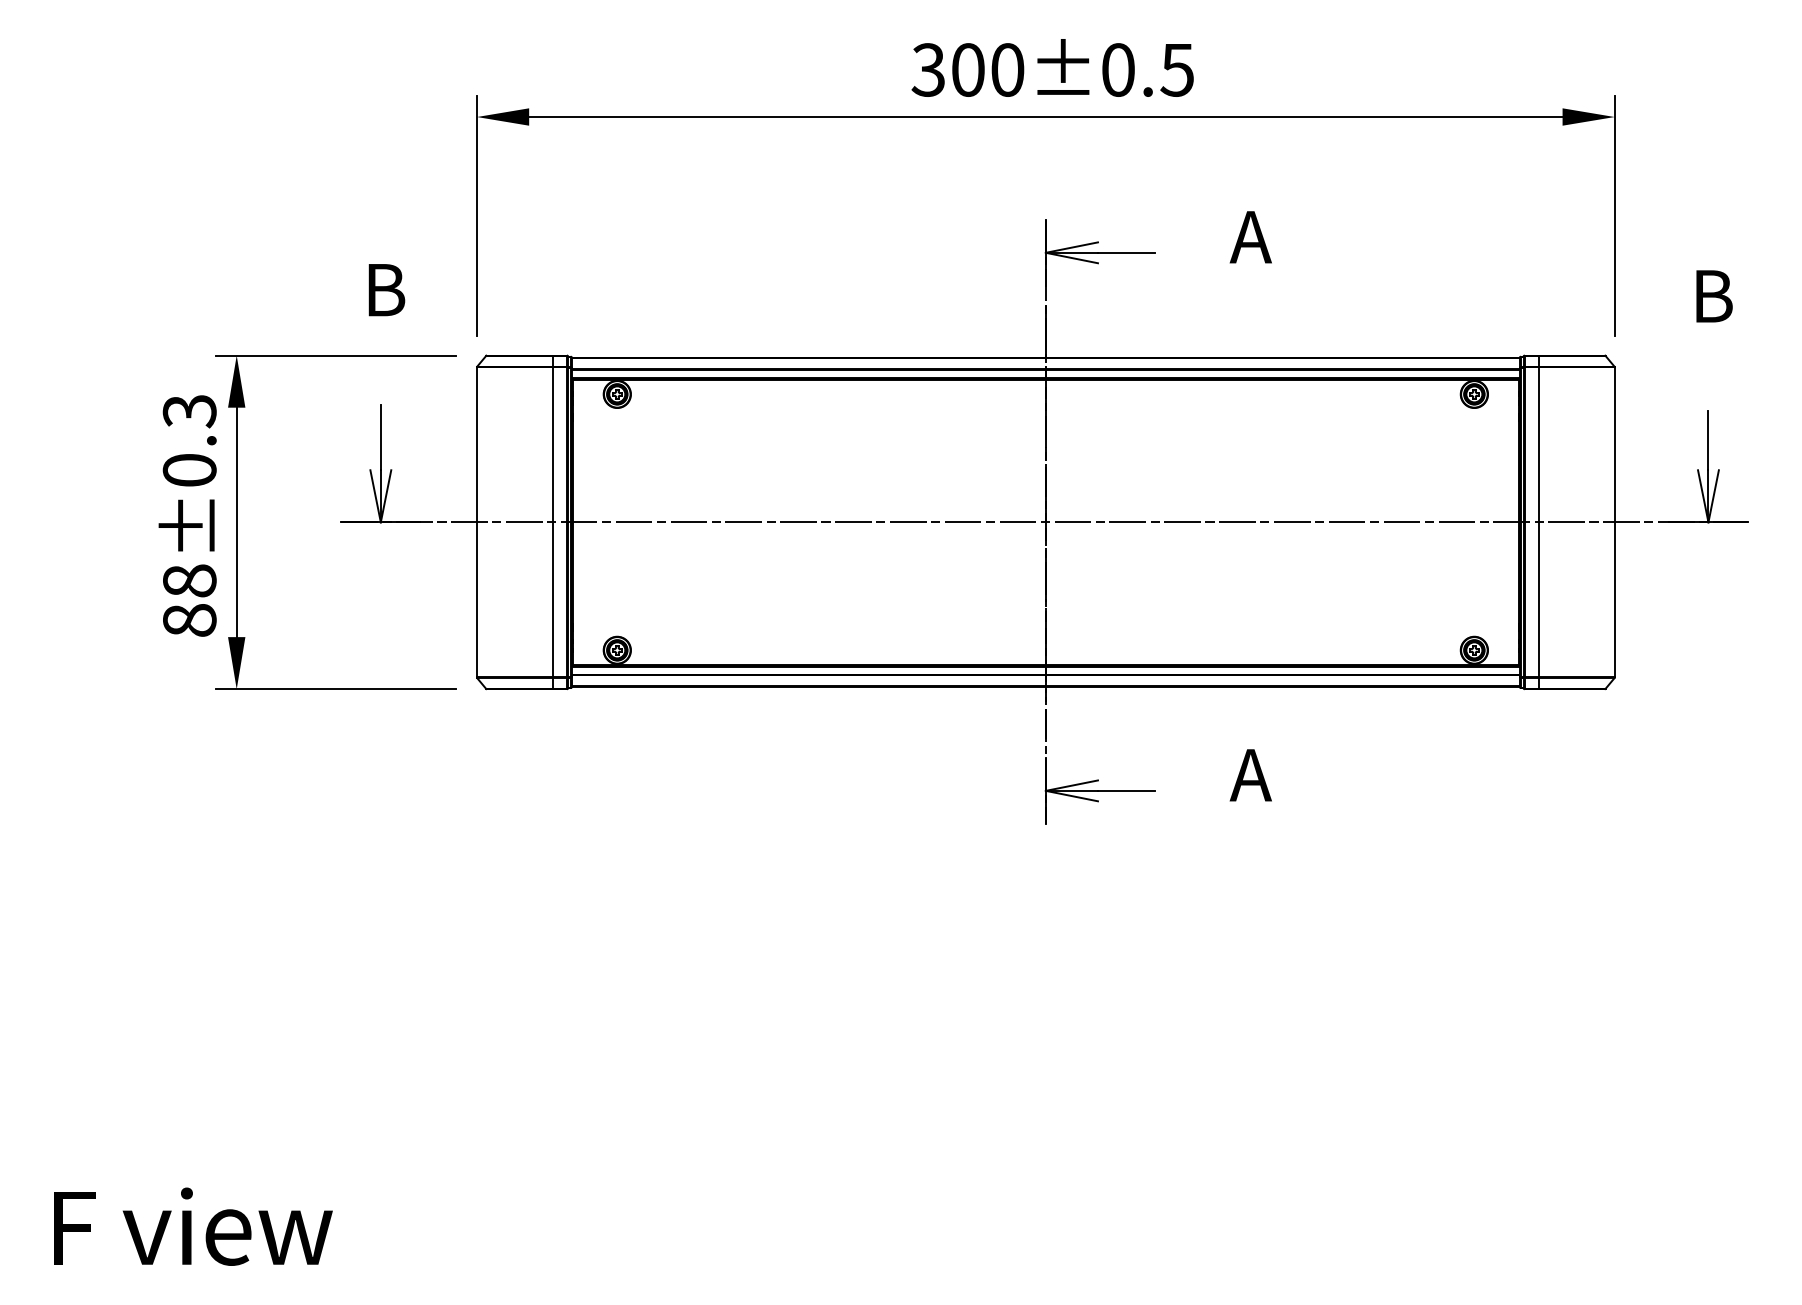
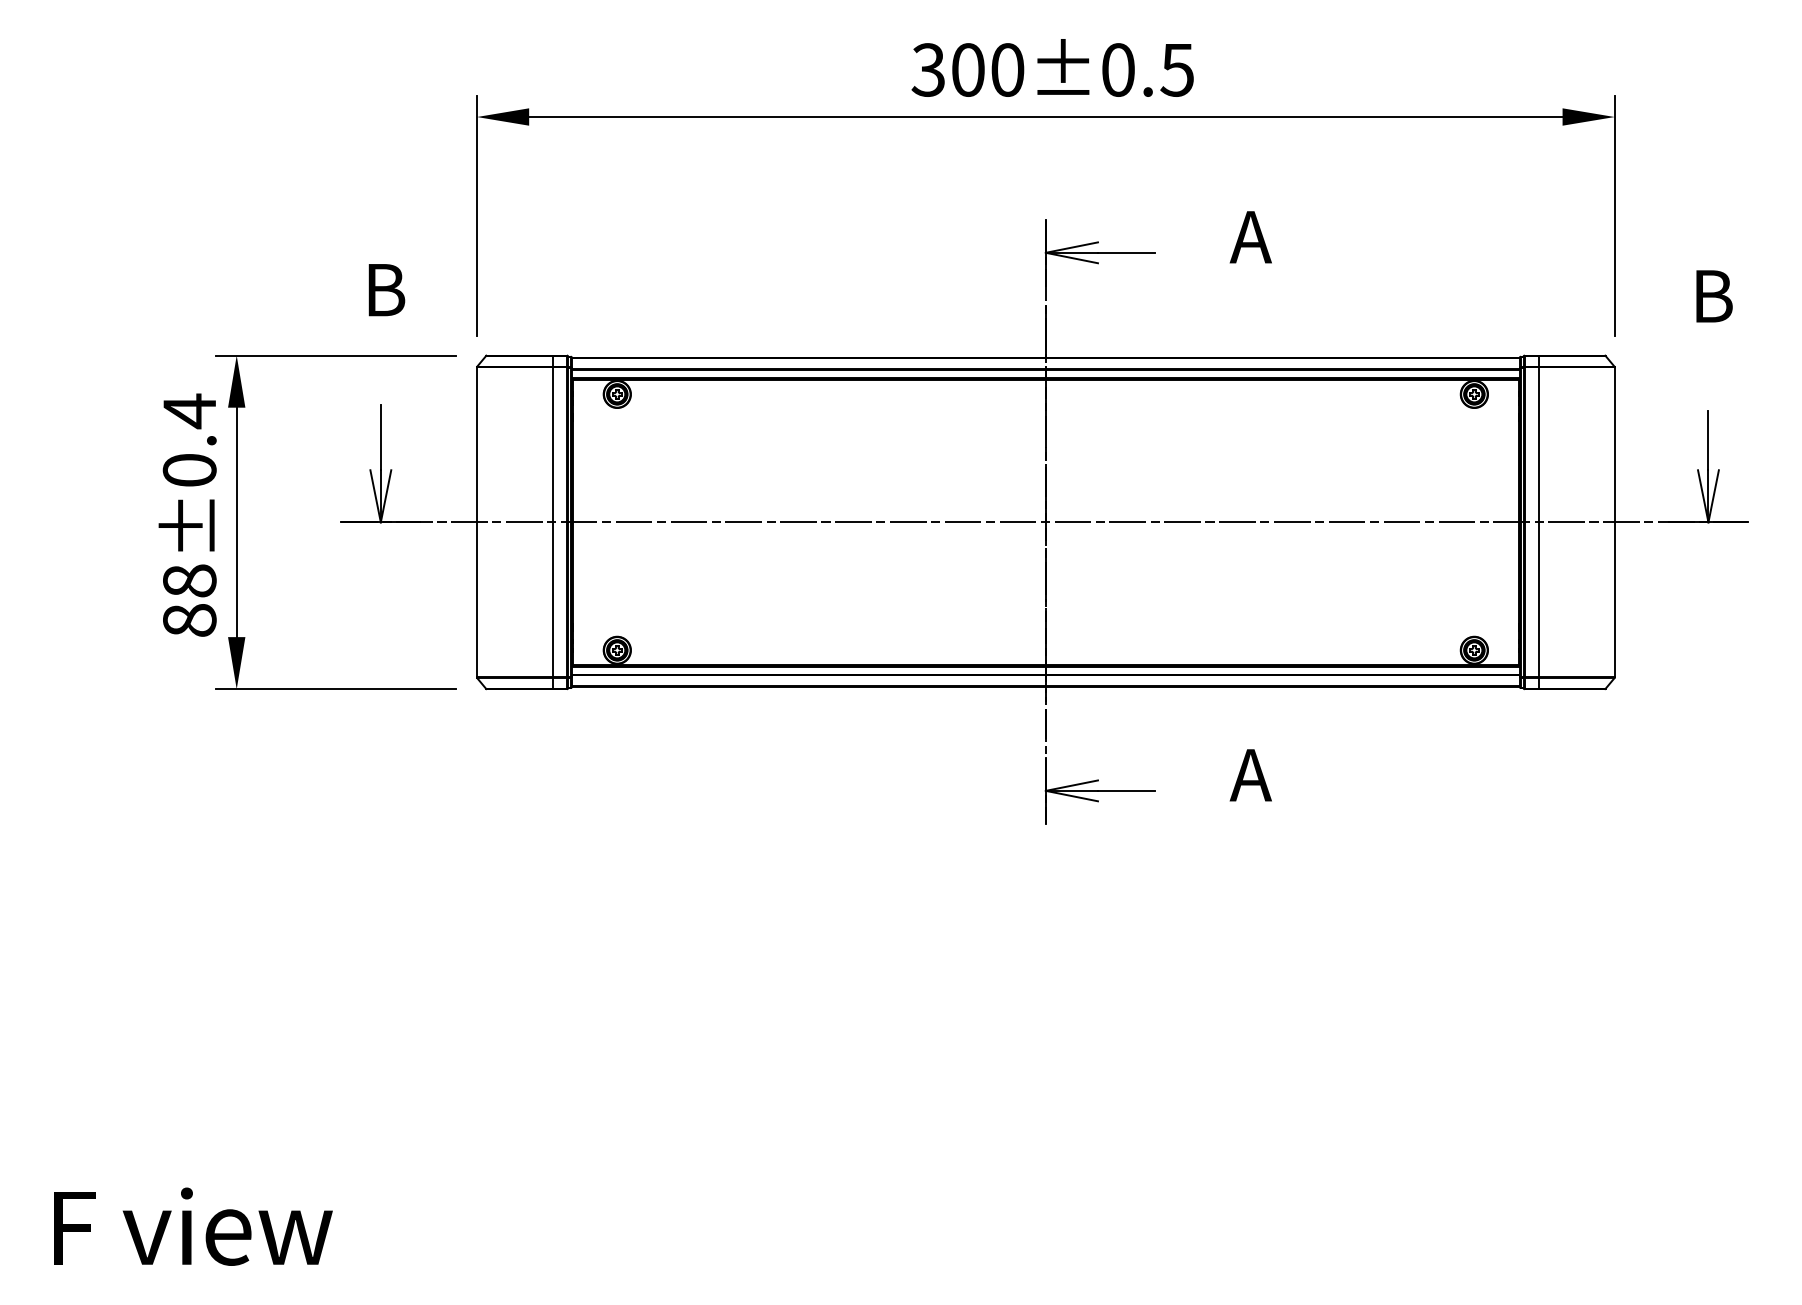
text at (189, 411): 88±0.3 -> 88±0.4
